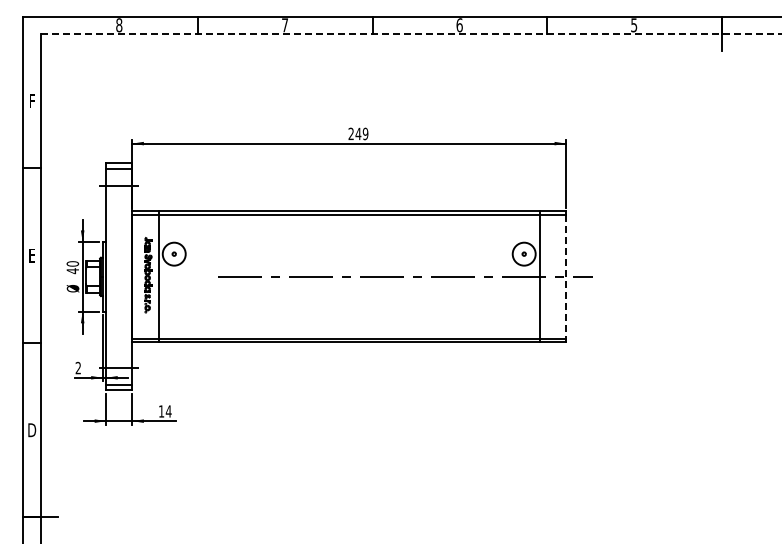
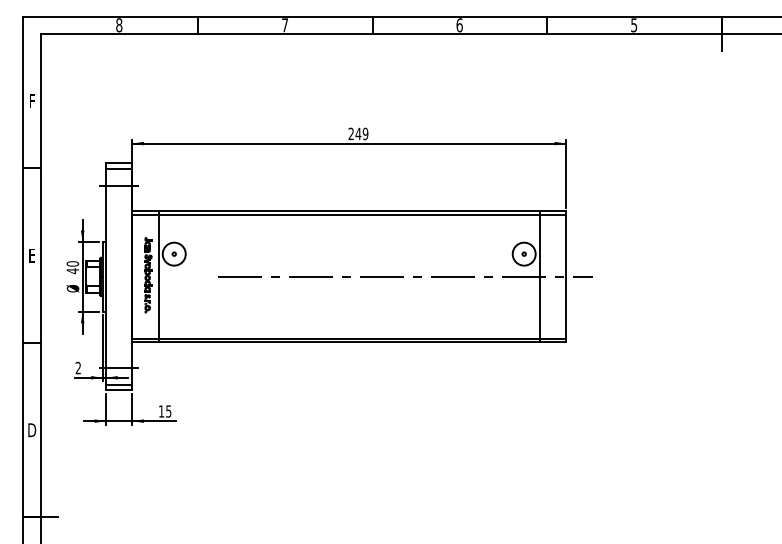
line at (411, 33): dashed -> solid
line at (566, 276): dashed -> solid
text at (168, 411): 14 -> 15
